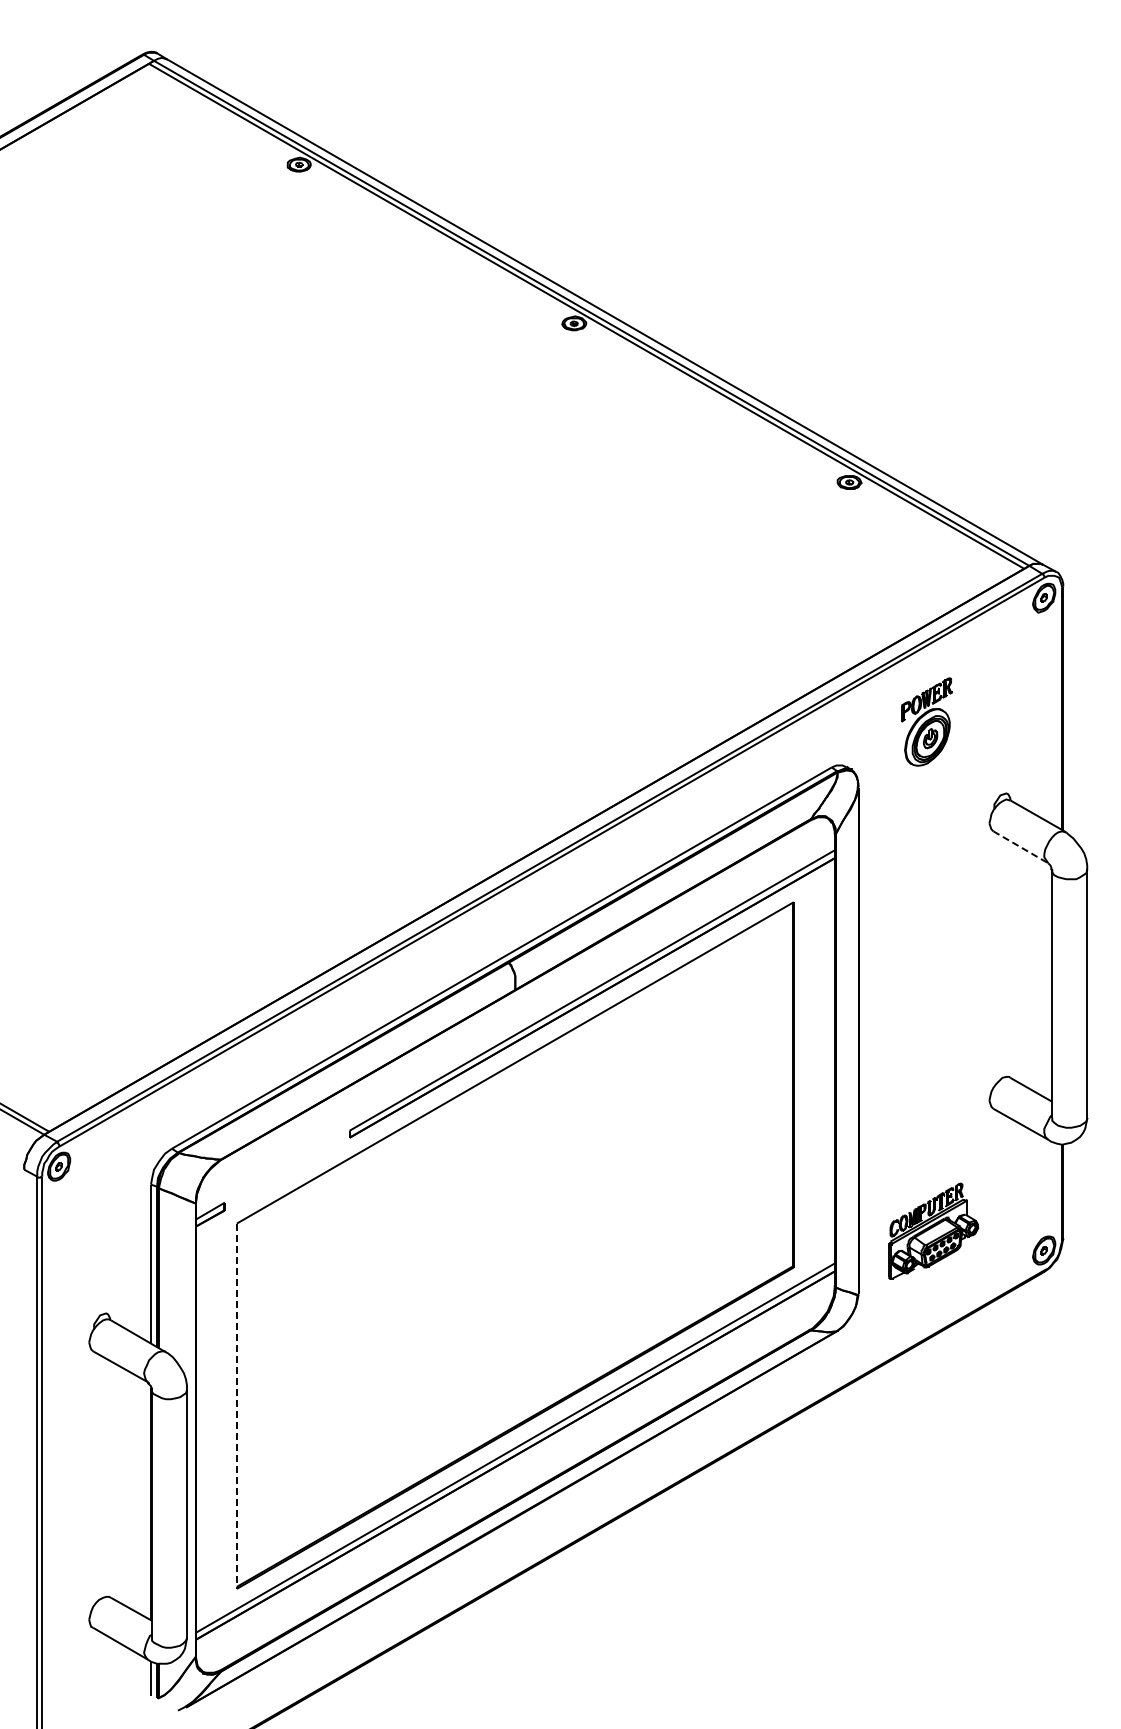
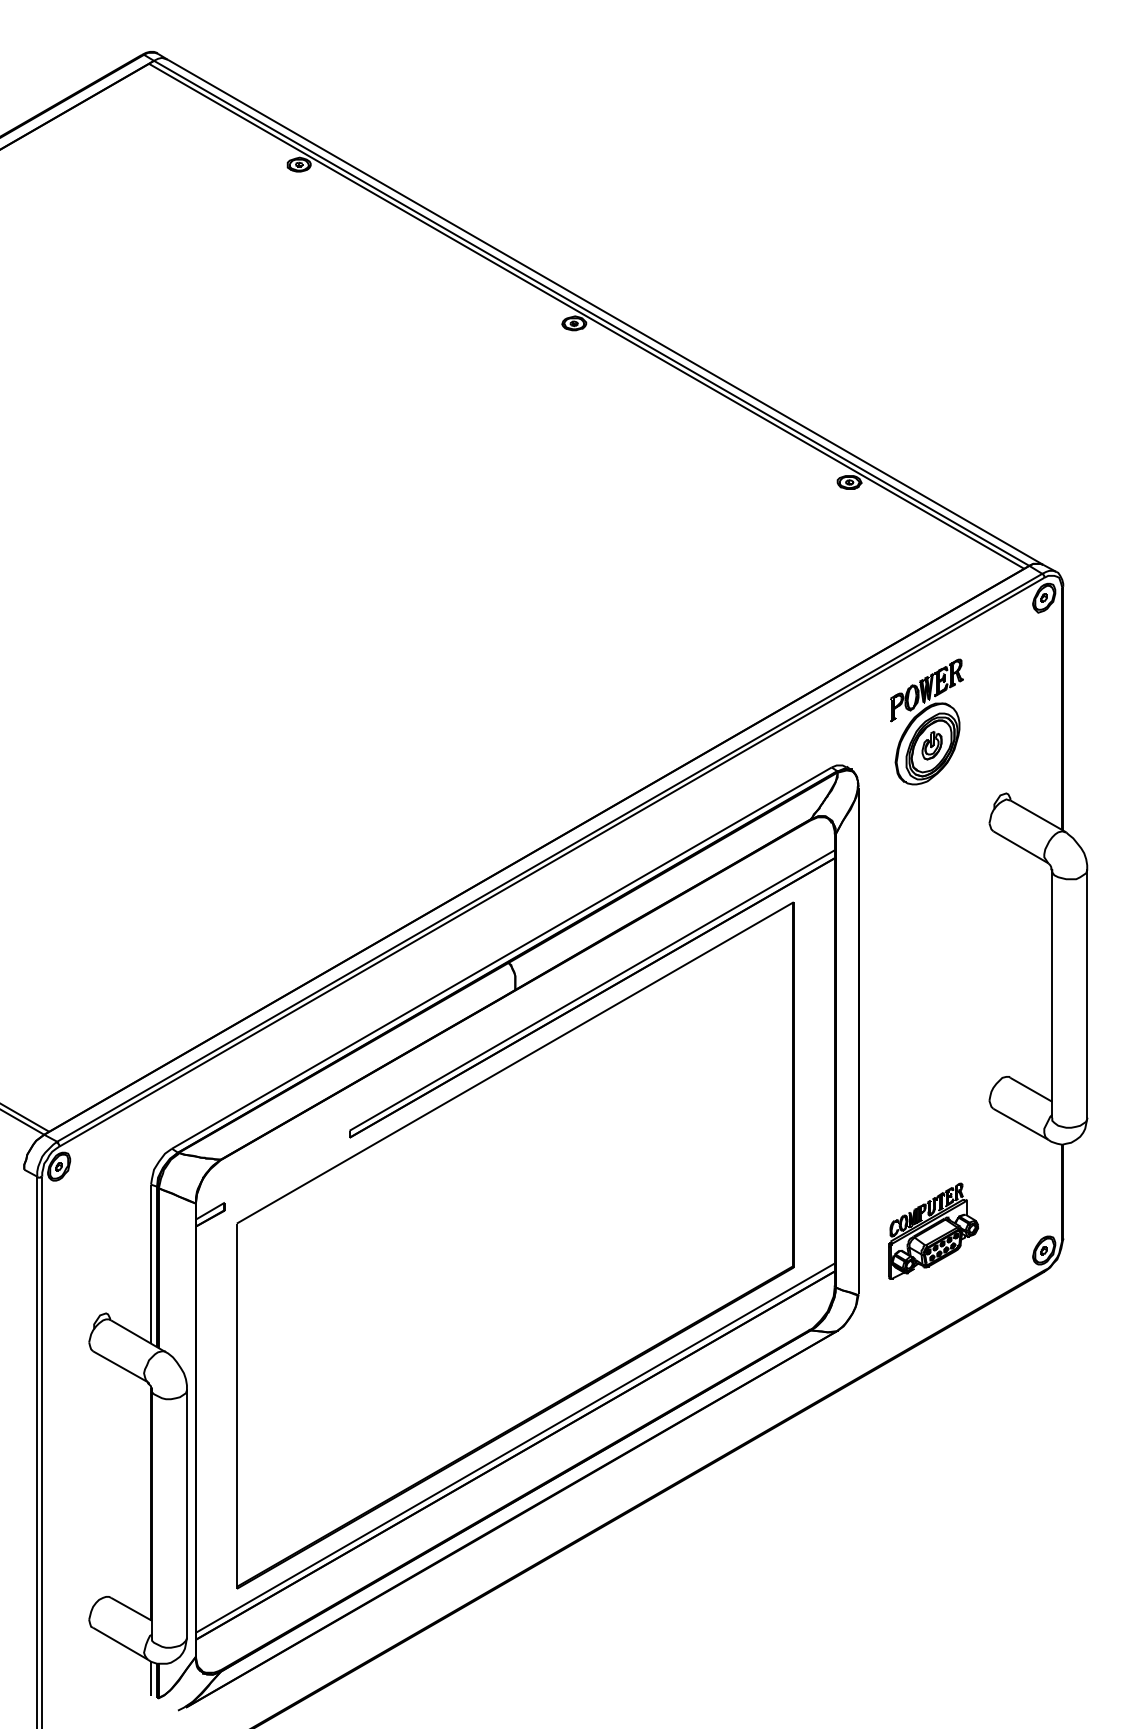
part at (926, 721) size: 52x90 px -> 74x128 px
line at (1020, 847): dashed -> solid
line at (236, 1406): dashed -> solid
